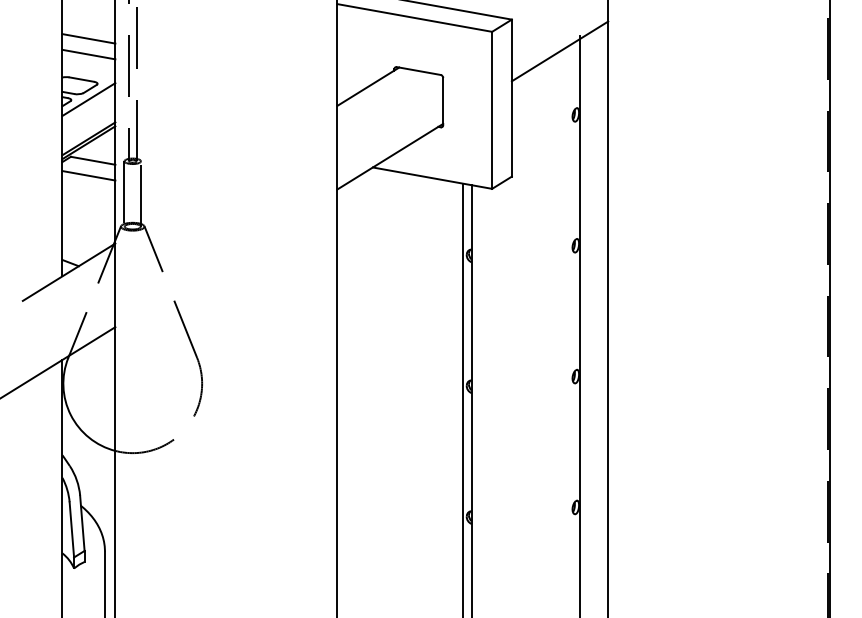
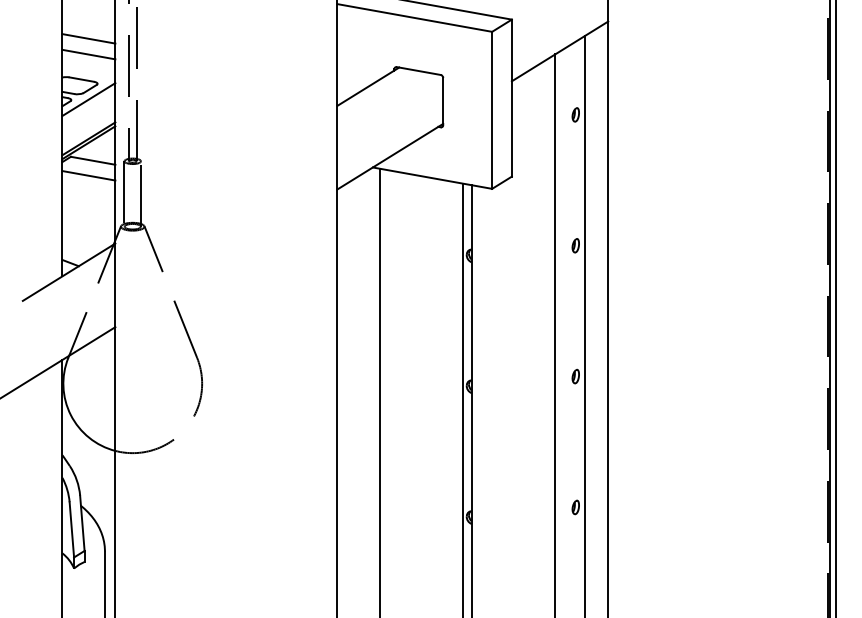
line at (836, 308): none -> present
line at (580, 324) position: (580, 324) -> (585, 324)
line at (555, 334): none -> present
line at (379, 391): none -> present
